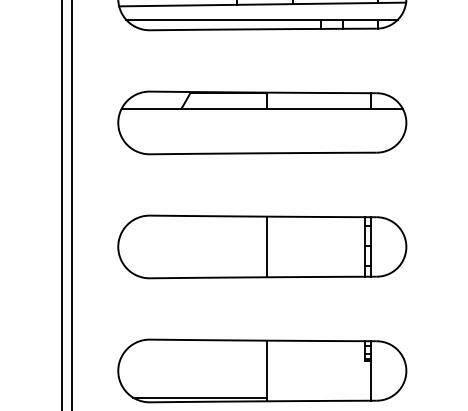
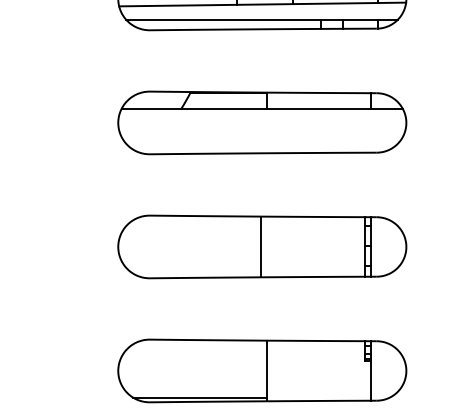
line at (61, 204): present -> none
line at (72, 204): present -> none
line at (267, 246) position: (267, 246) -> (261, 246)
